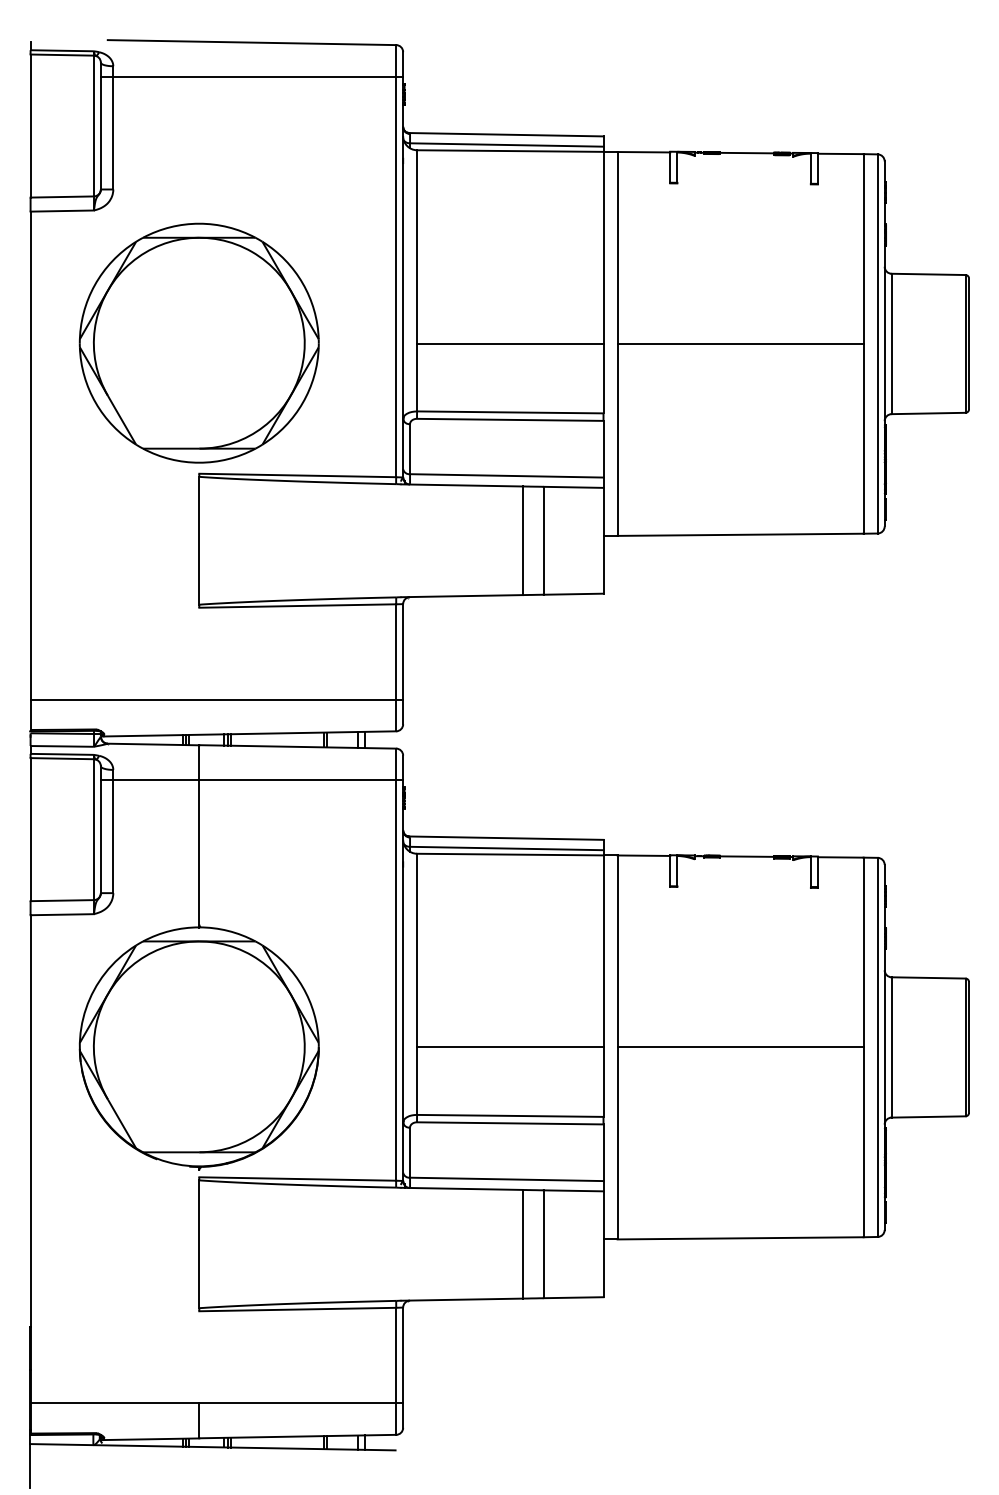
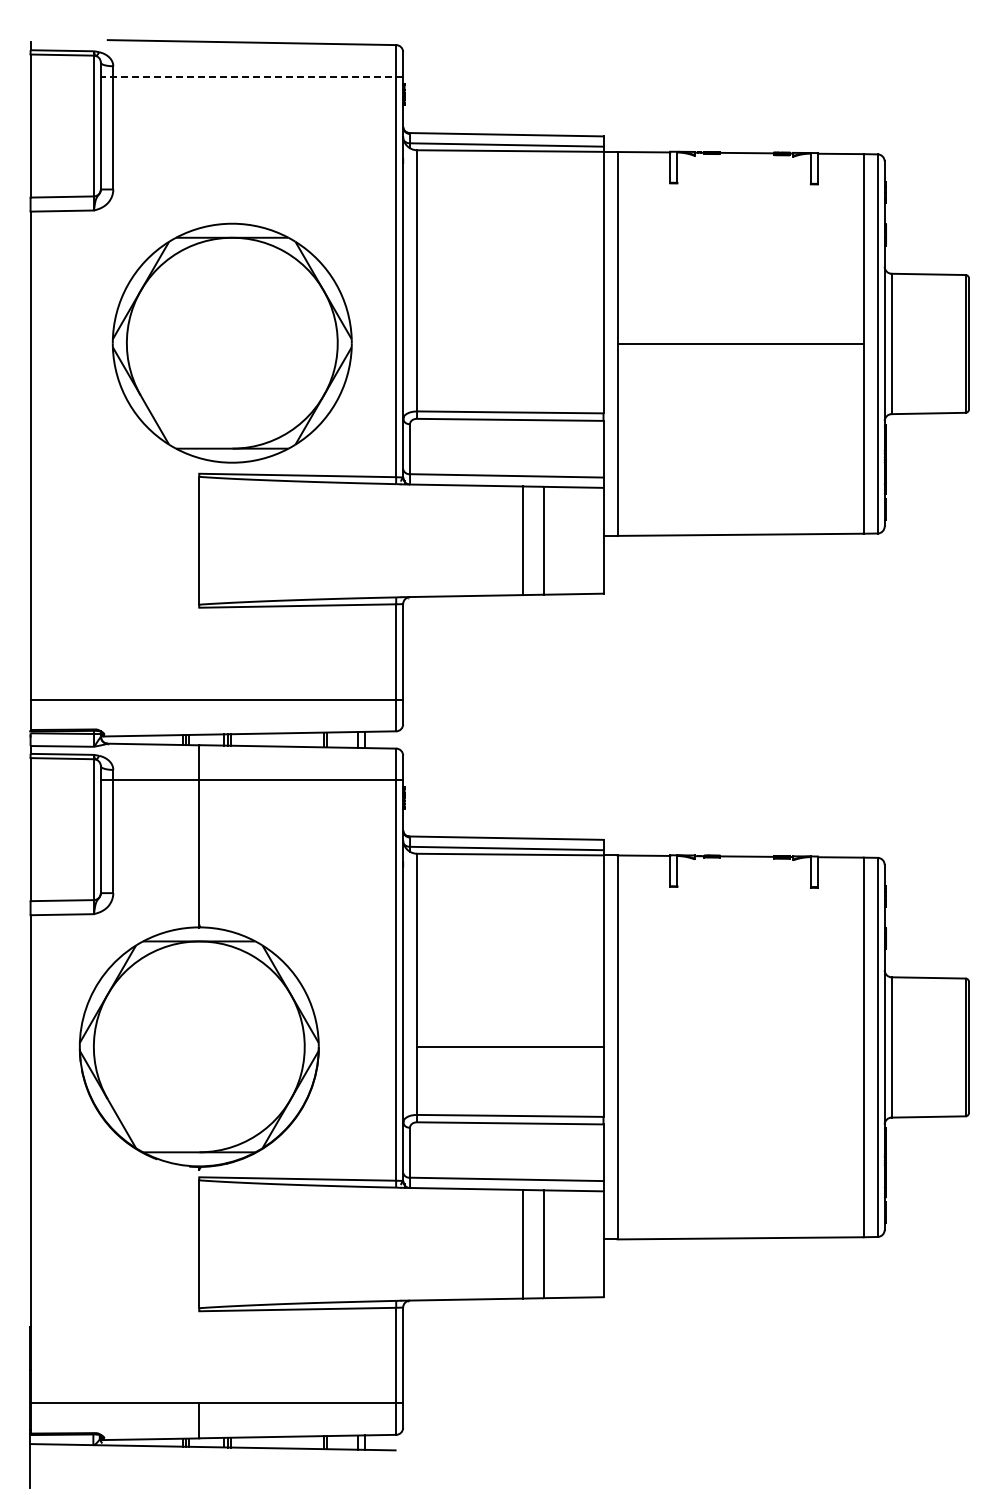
line at (251, 76): solid -> dashed
part at (198, 342) position: (198, 342) -> (231, 342)
line at (510, 343): present -> none
line at (740, 1047): present -> none
